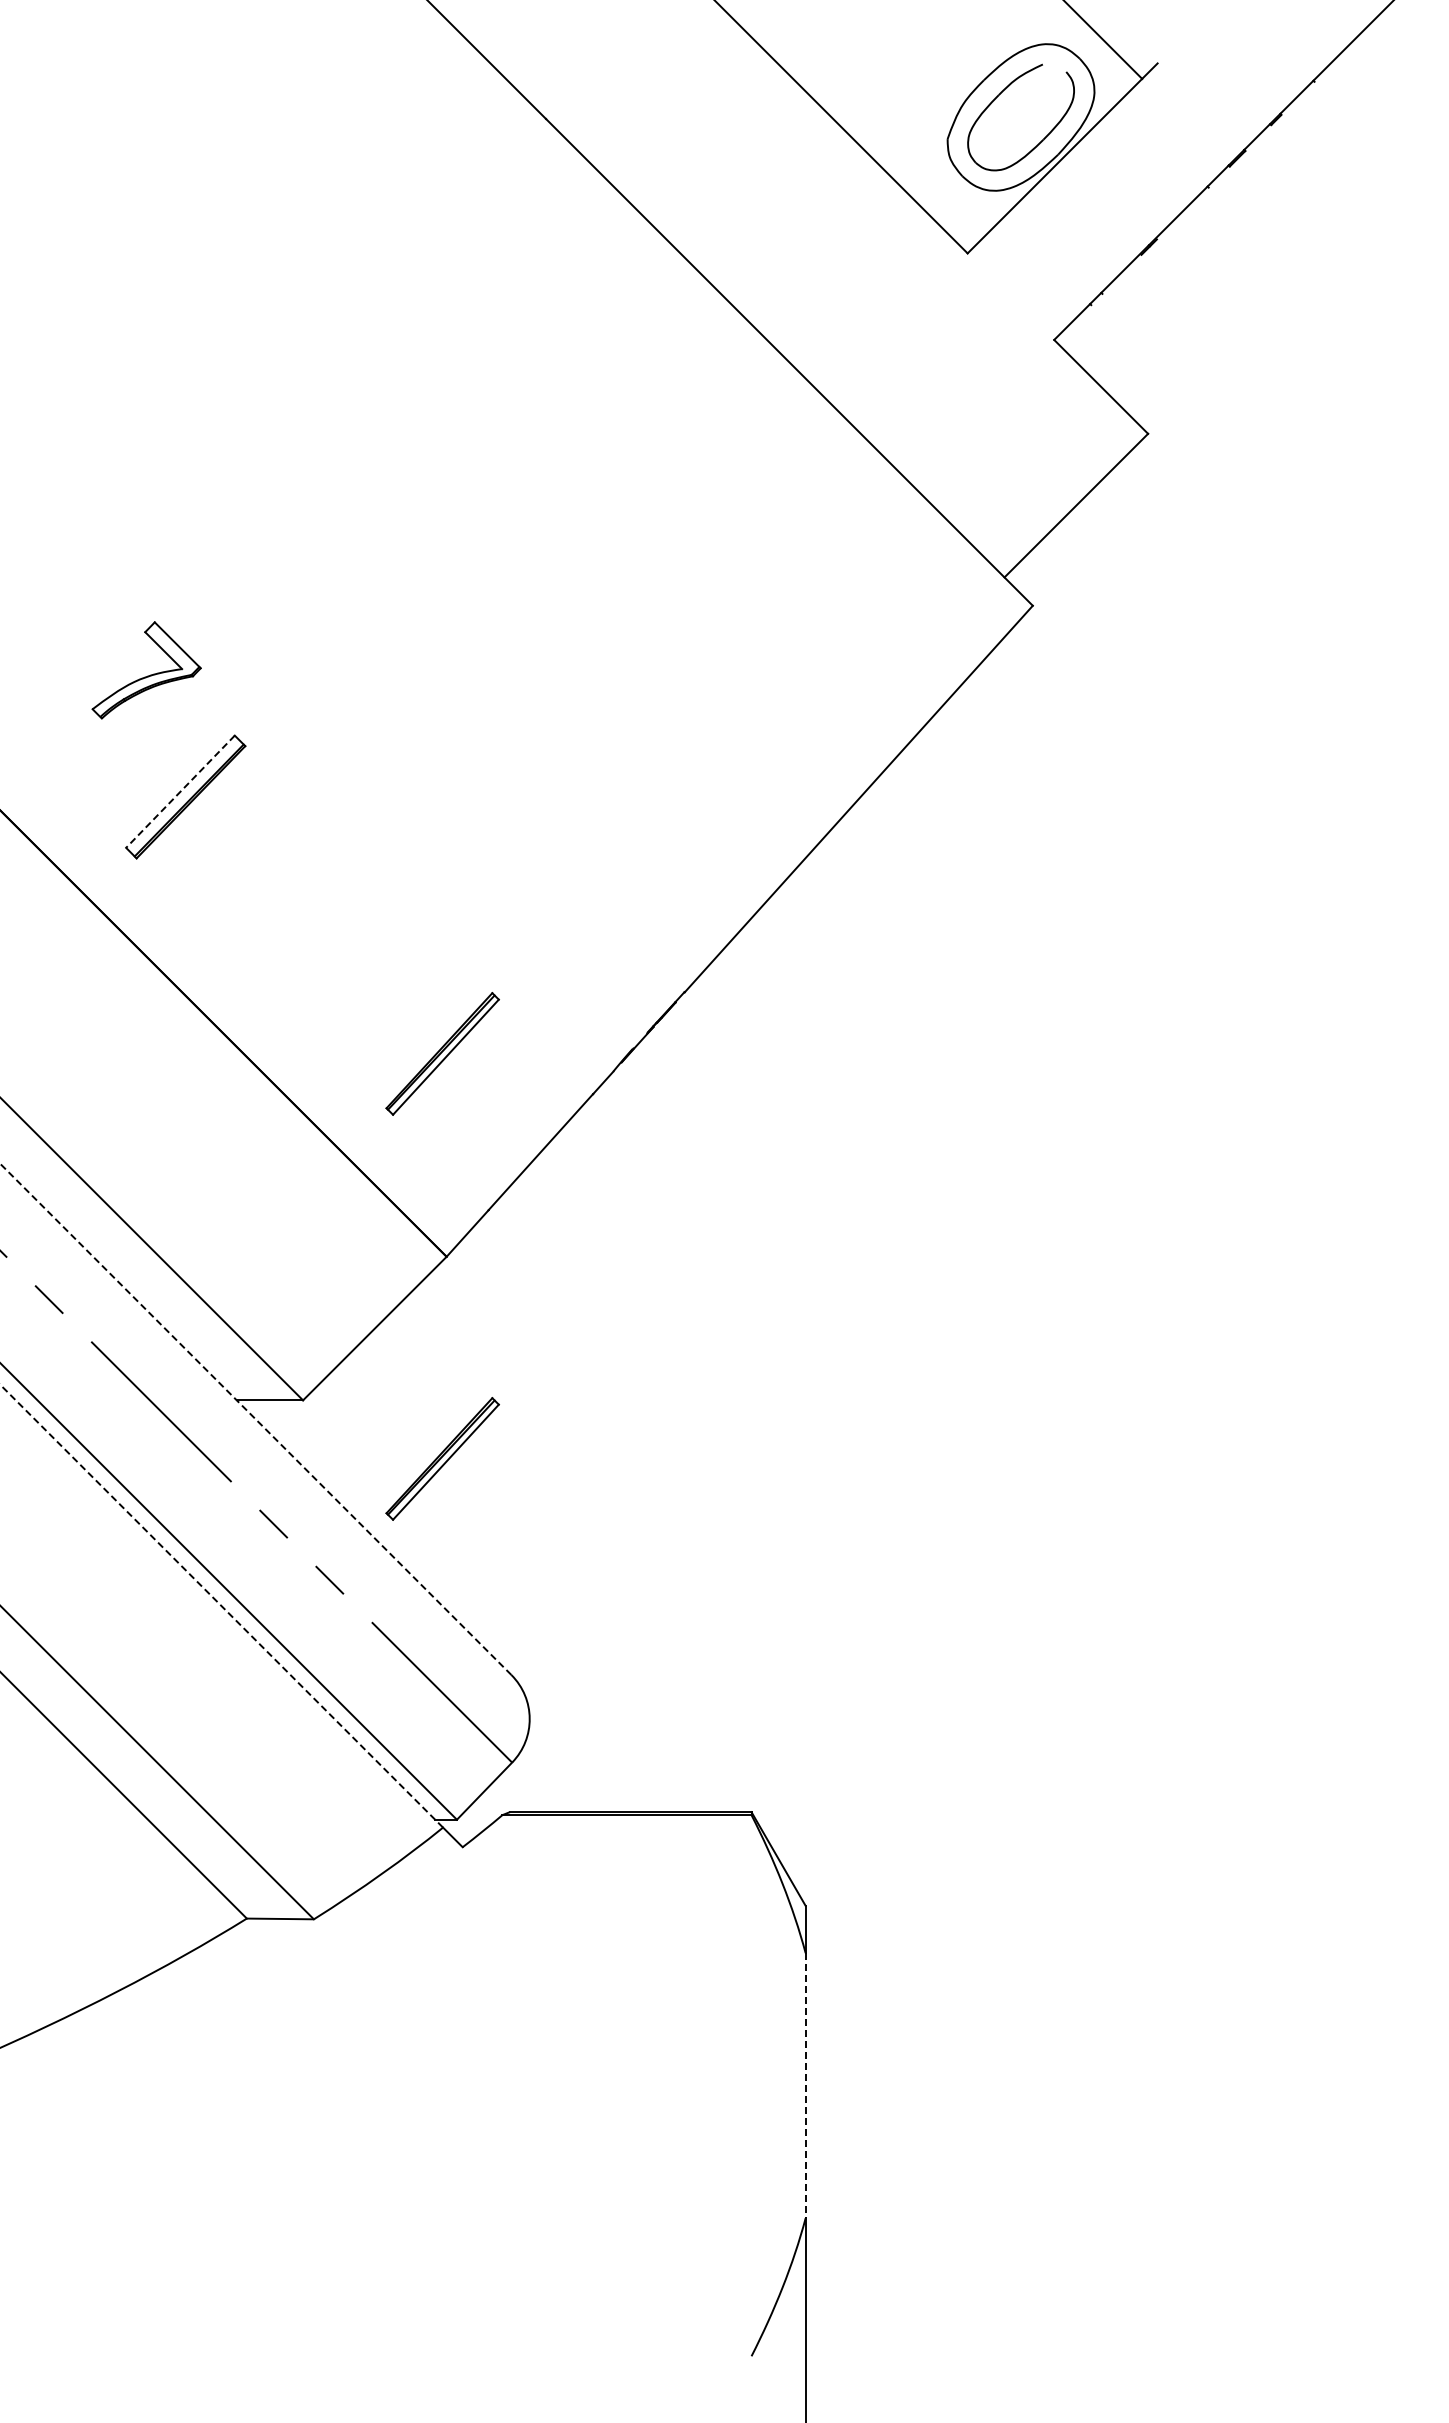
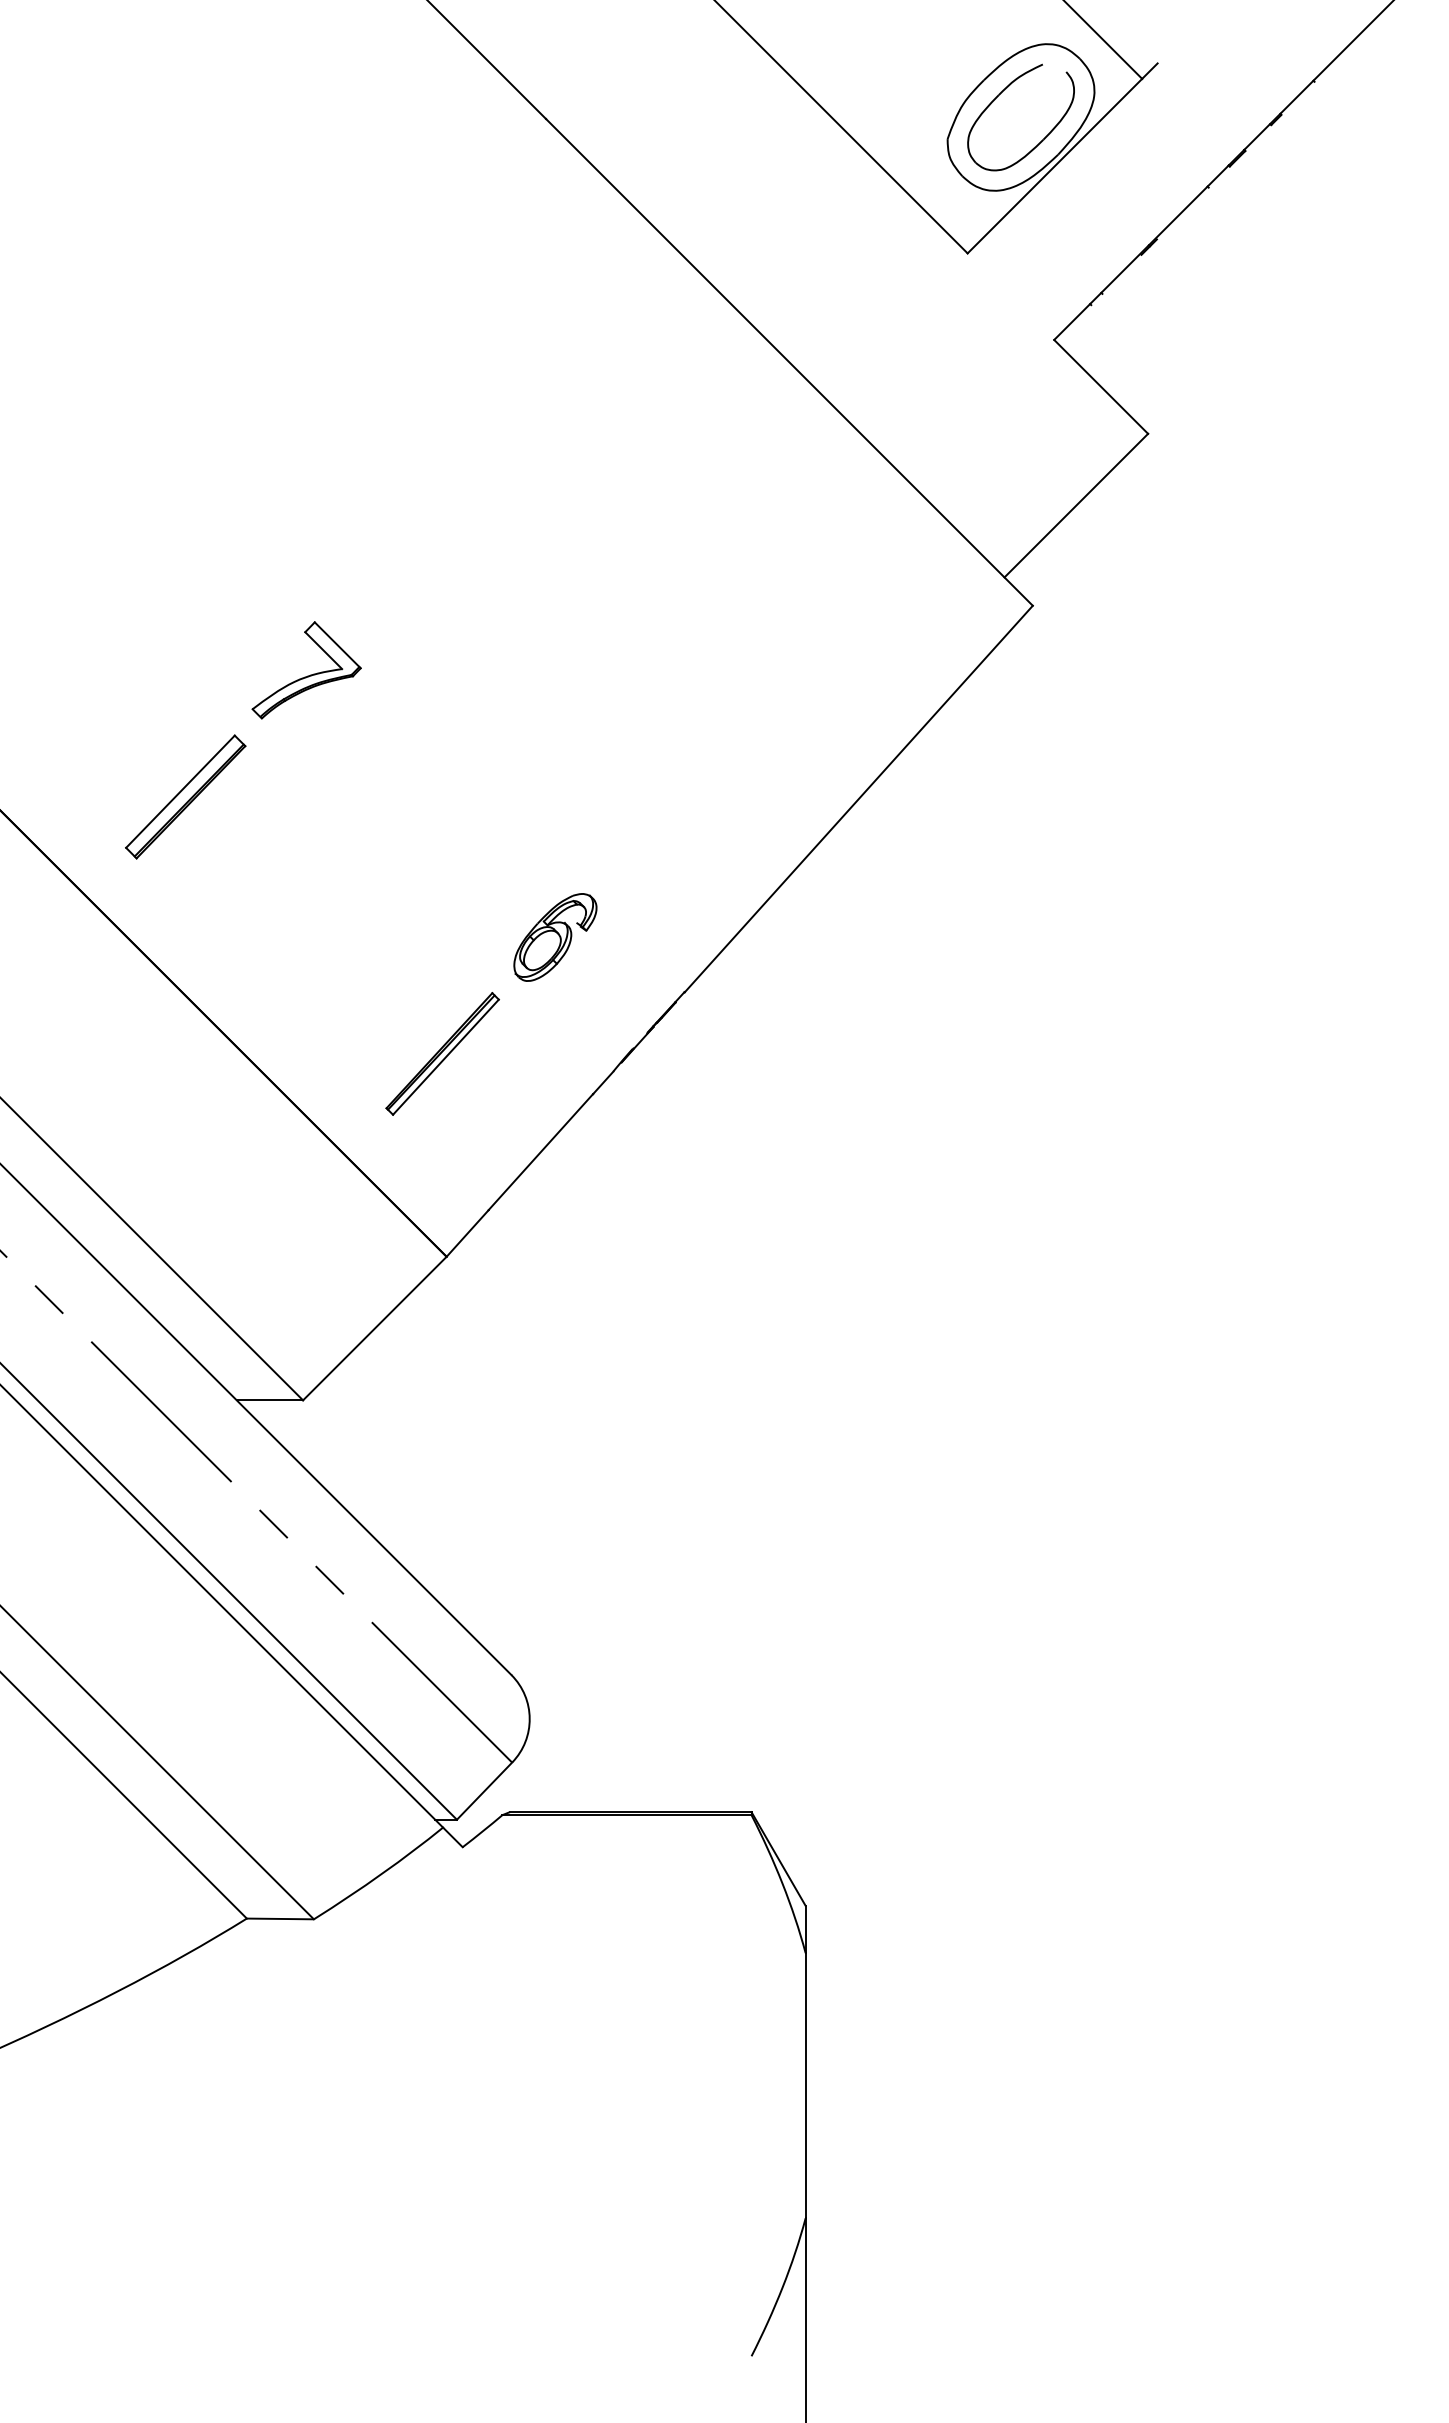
part at (146, 670) position: (146, 670) -> (306, 670)
line at (180, 792): dashed -> solid
part at (555, 937): none -> present
line at (255, 1419): dashed -> solid
part at (442, 1458): present -> none
line at (221, 1606): dashed -> solid
line at (805, 2085): dashed -> solid
